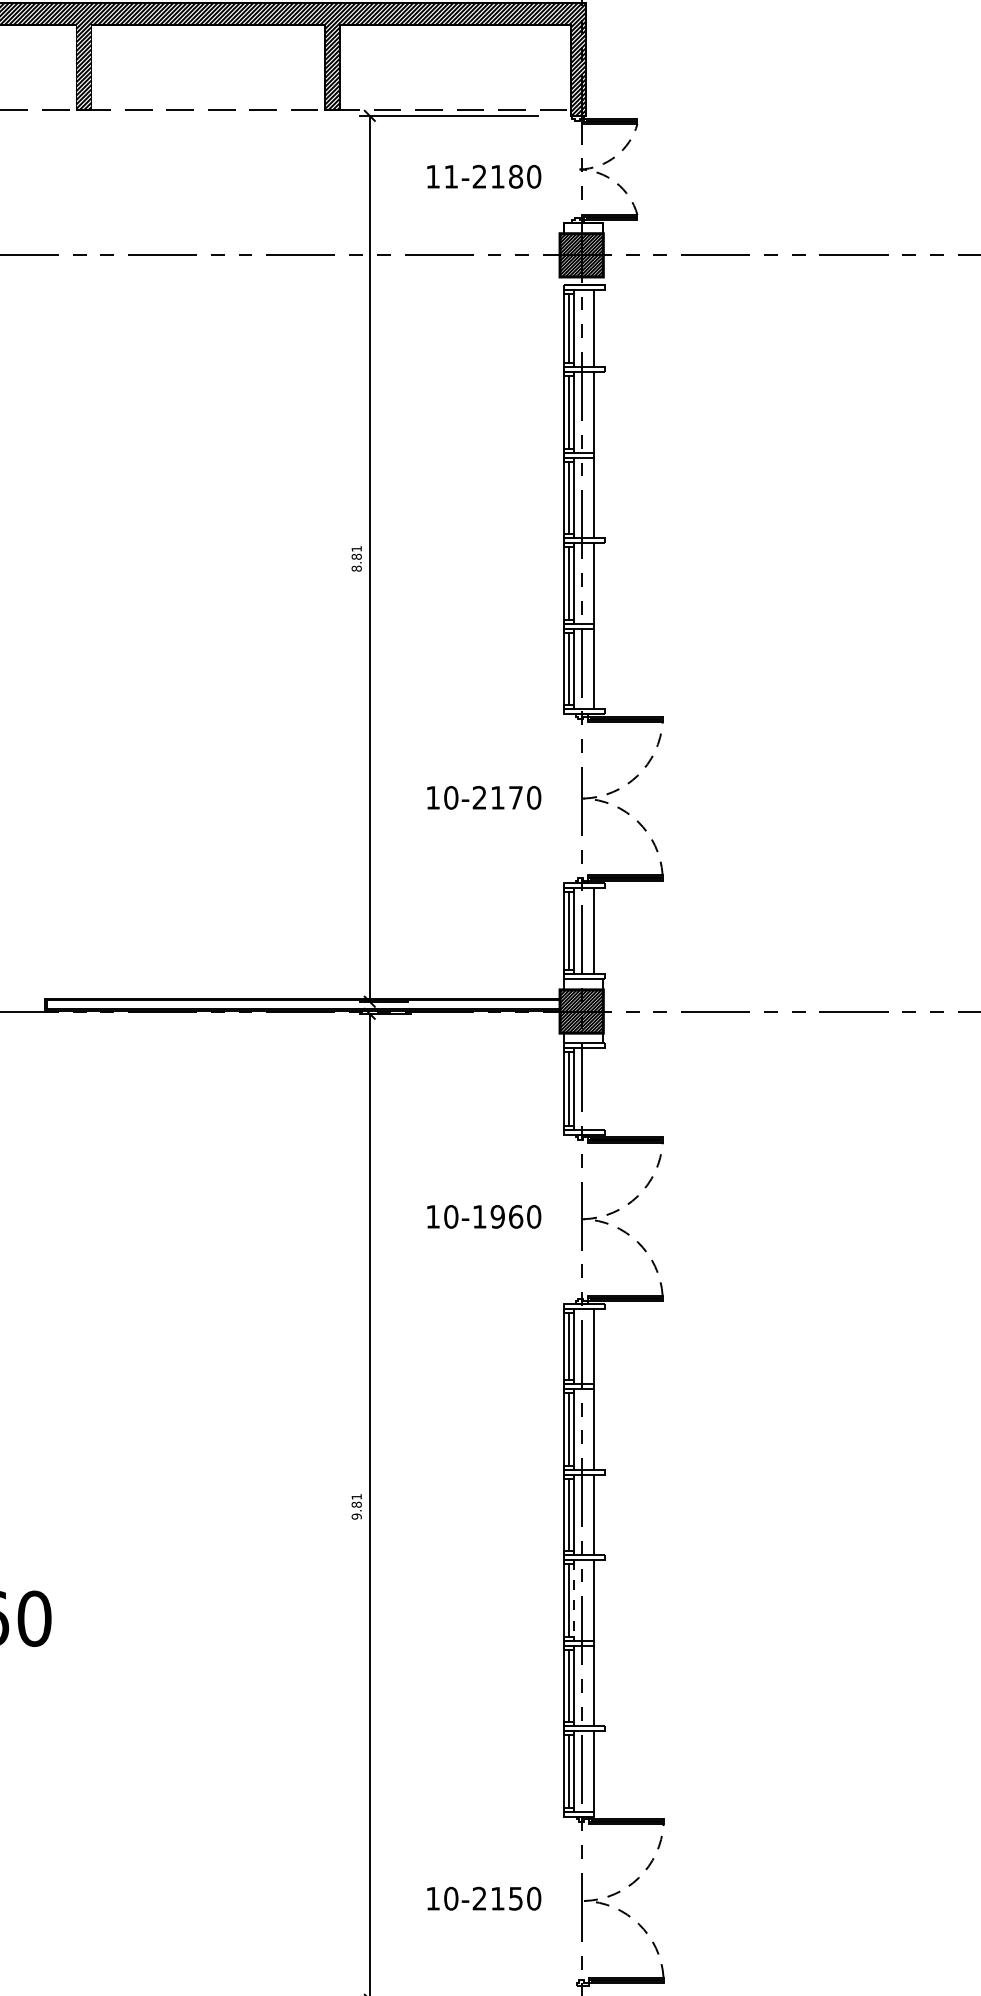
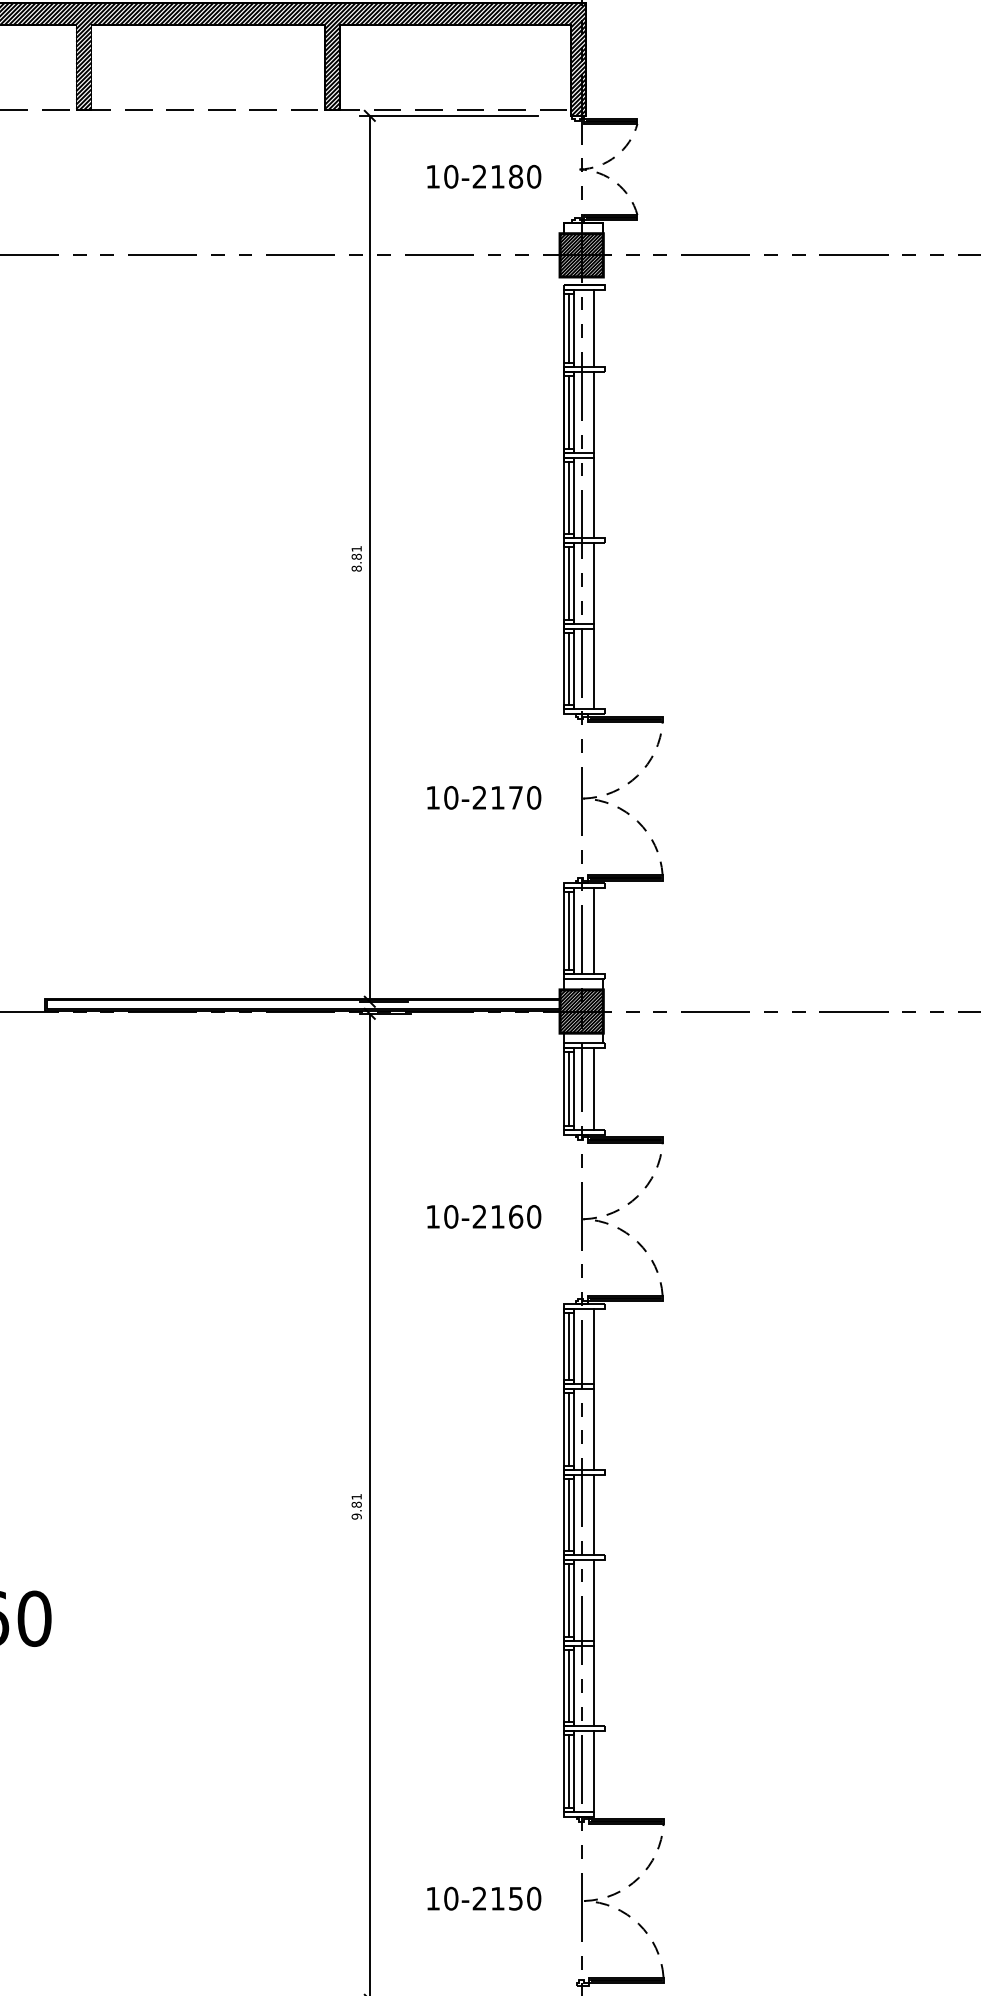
text at (451, 176): 11-2180 -> 10-2180
line at (594, 1088): none -> present
text at (488, 1216): 10-1960 -> 10-2160
line at (574, 1600): dashed -> solid
